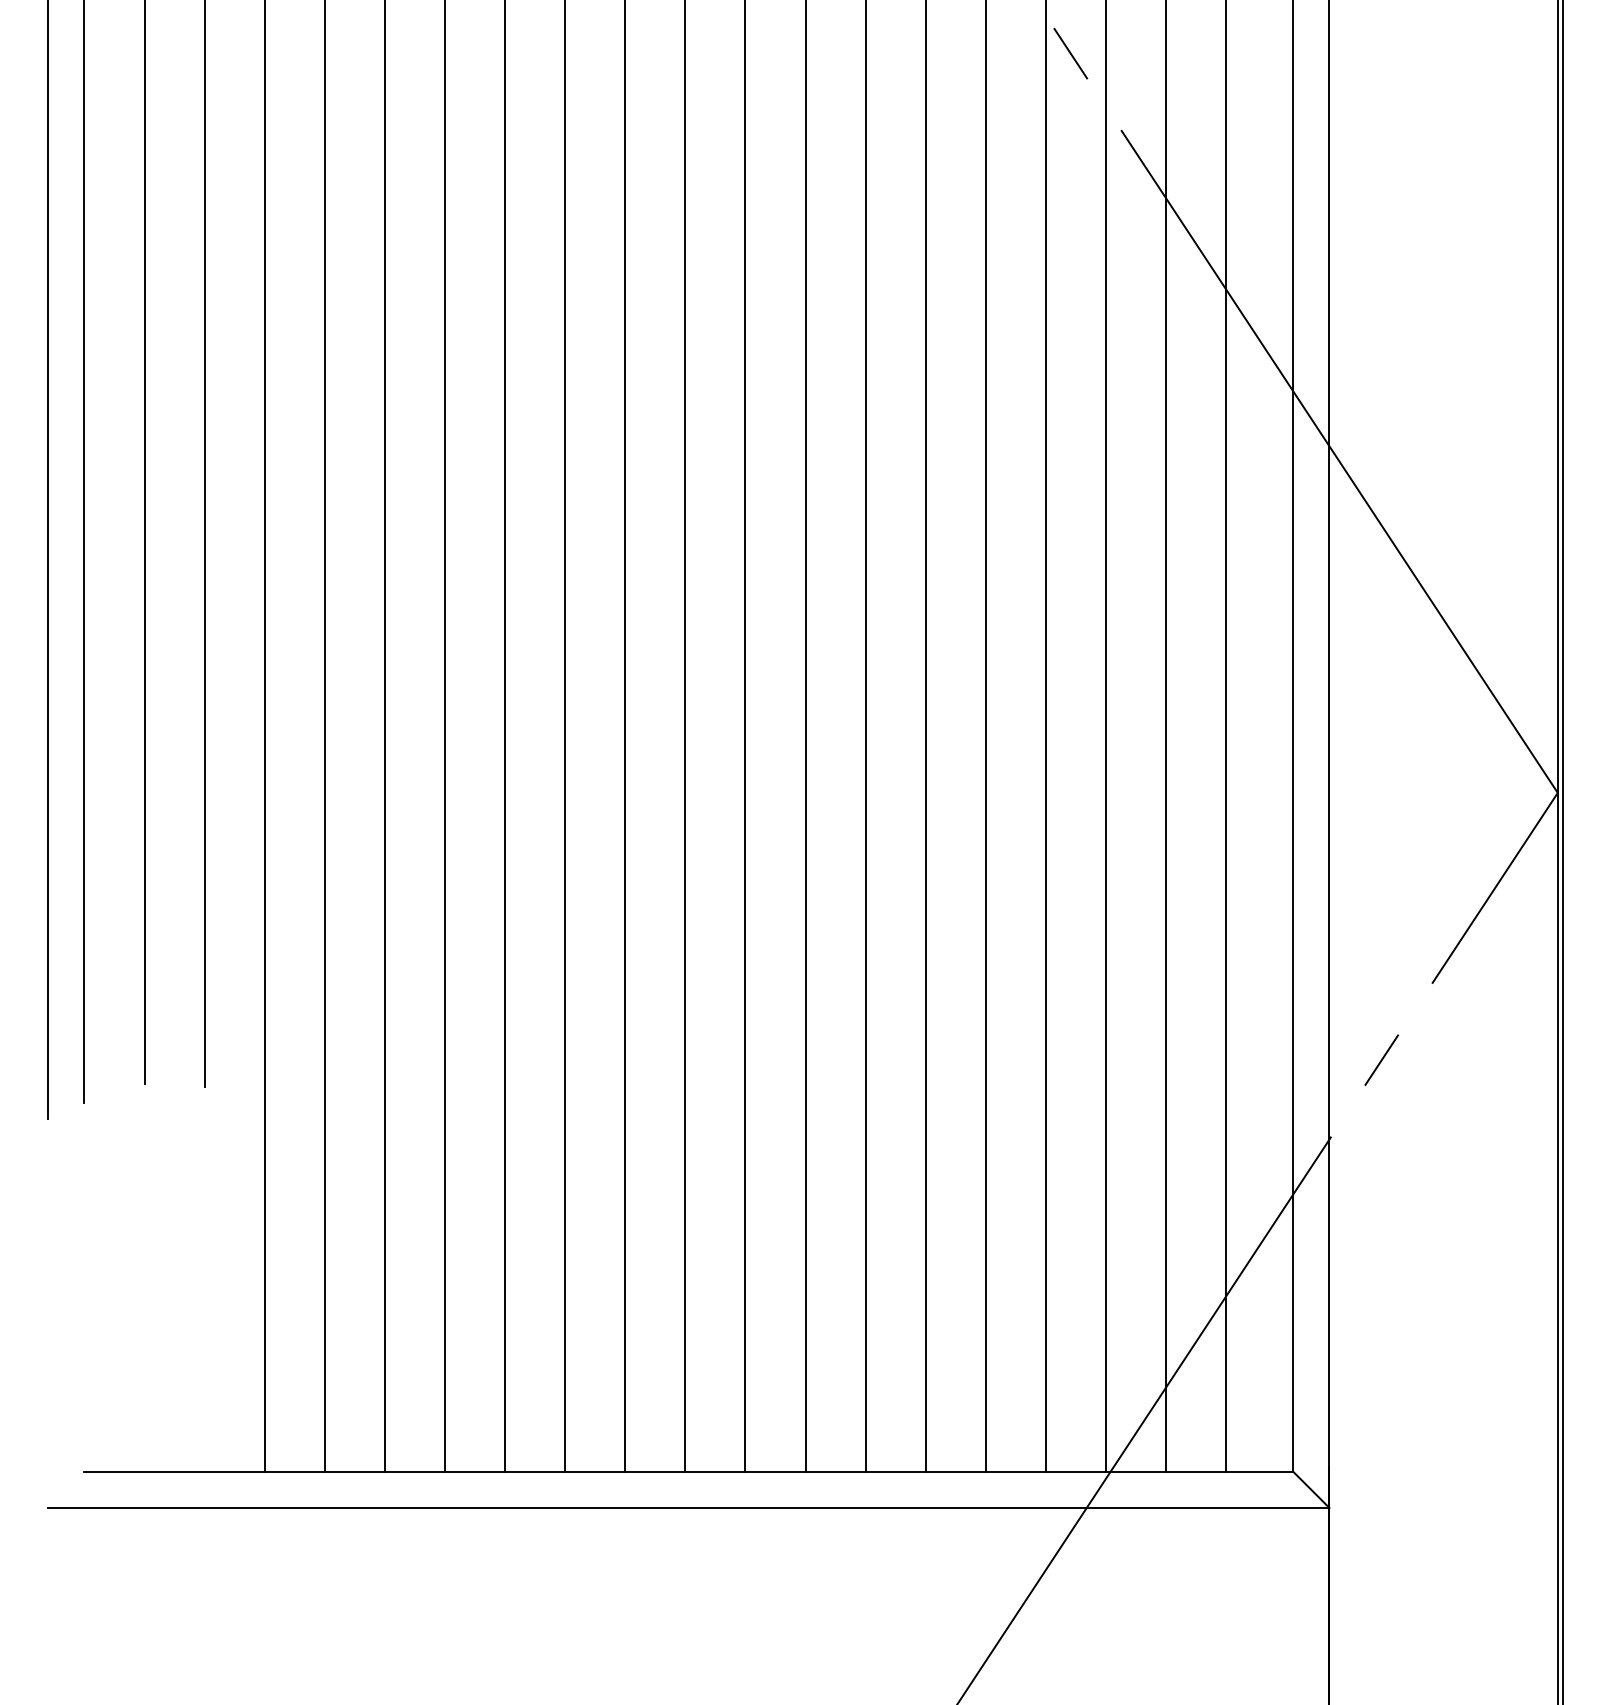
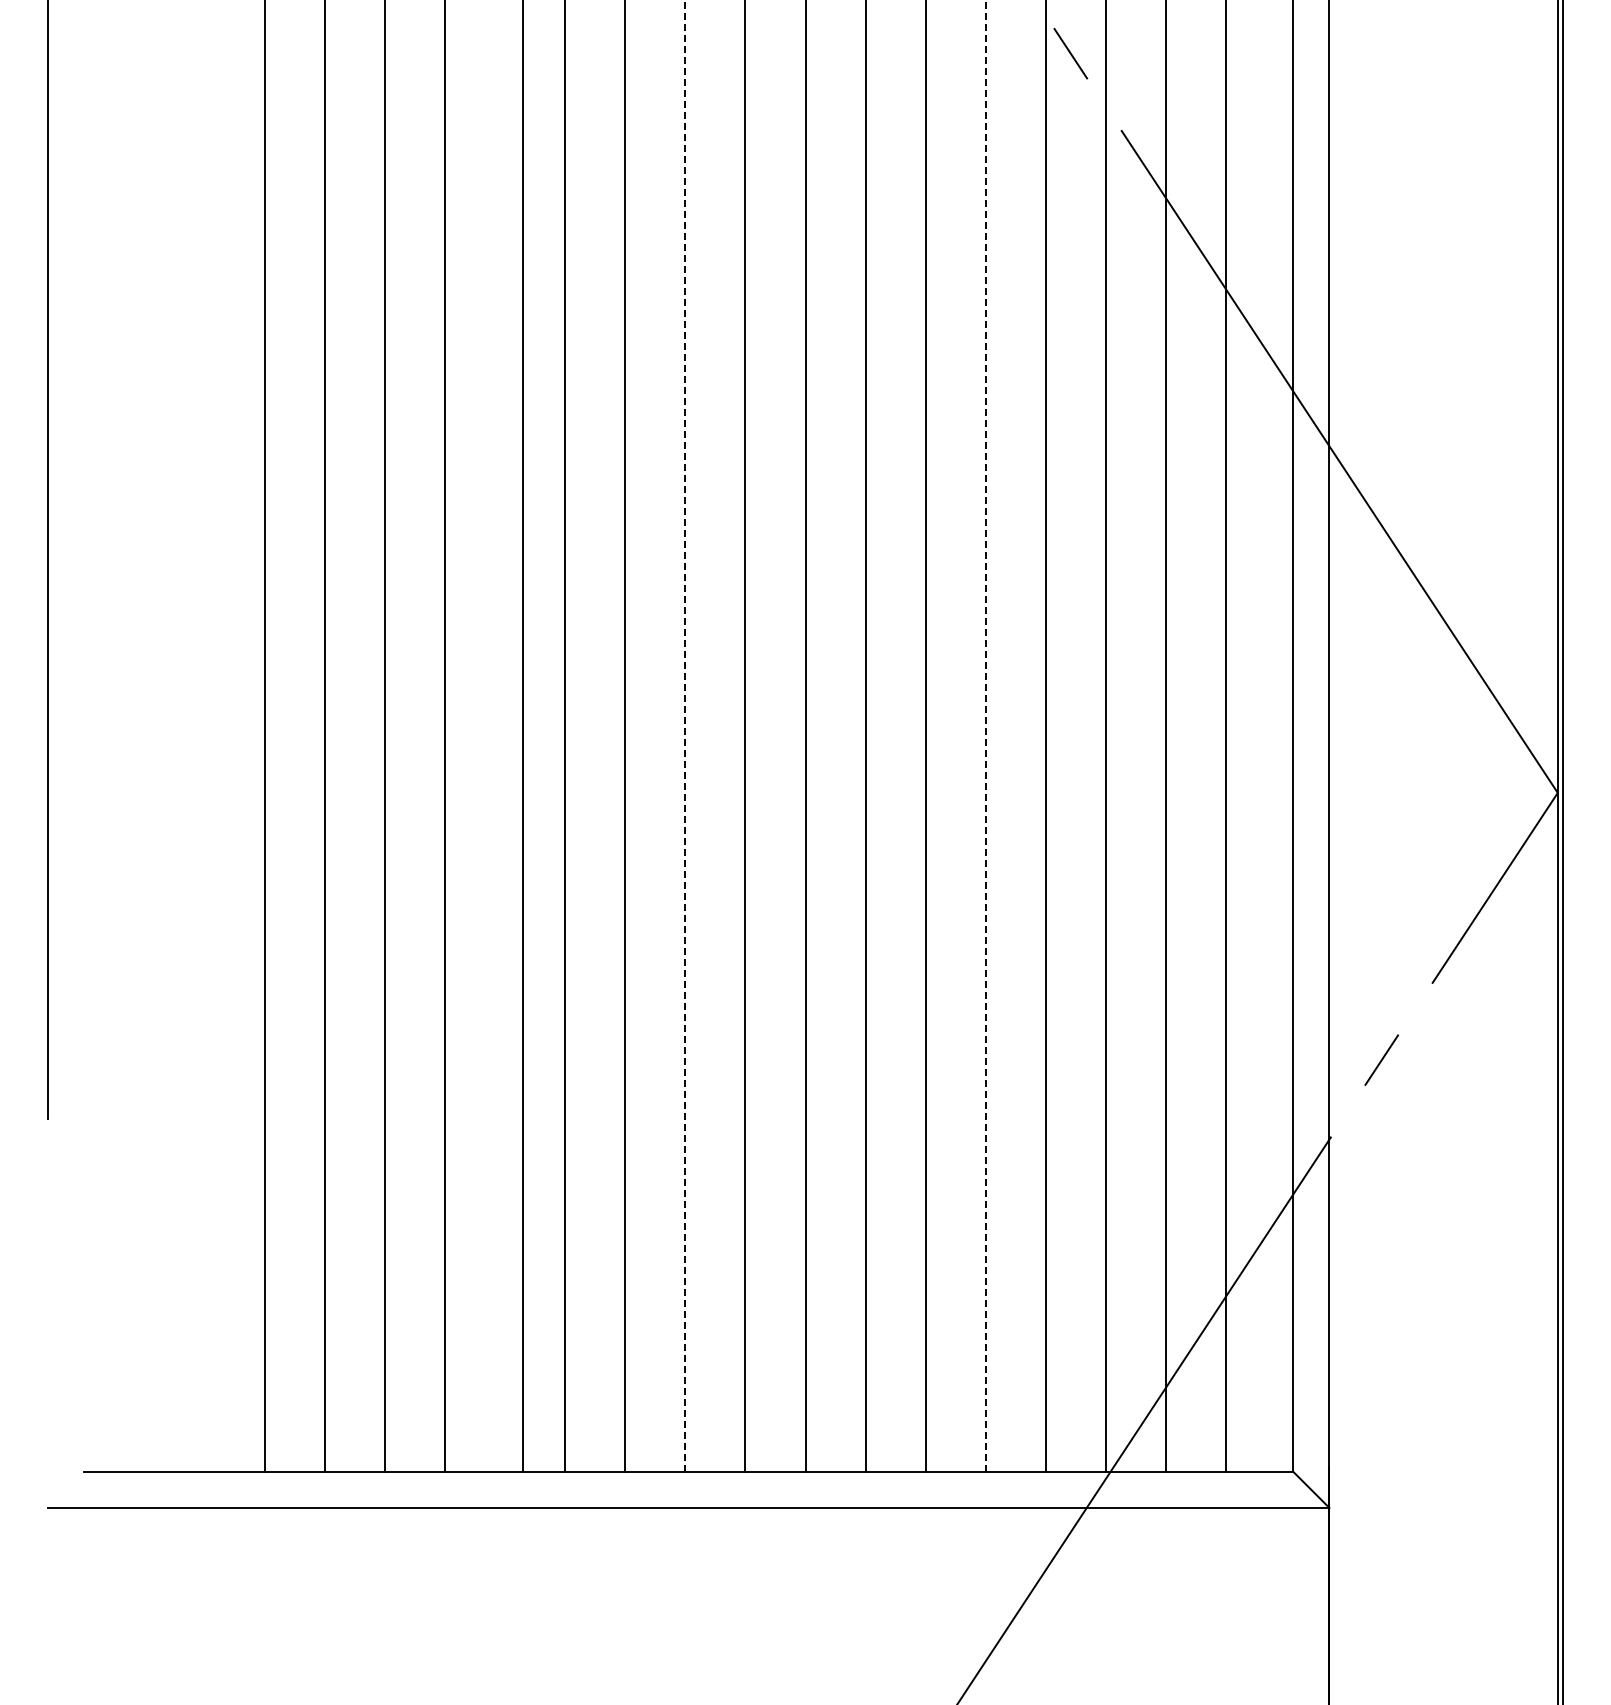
line at (144, 542): present -> none
line at (204, 544): present -> none
line at (84, 552): present -> none
line at (505, 736) position: (505, 736) -> (523, 736)
line at (685, 736): solid -> dashed
line at (985, 736): solid -> dashed
